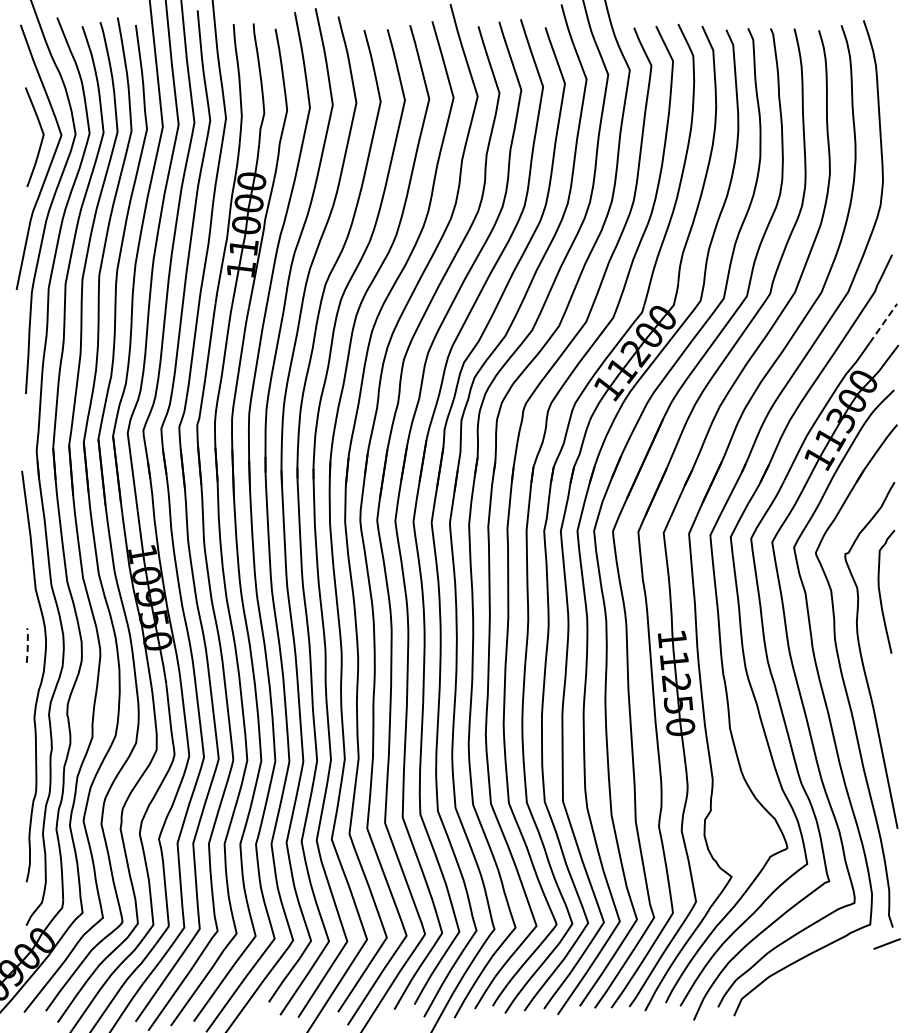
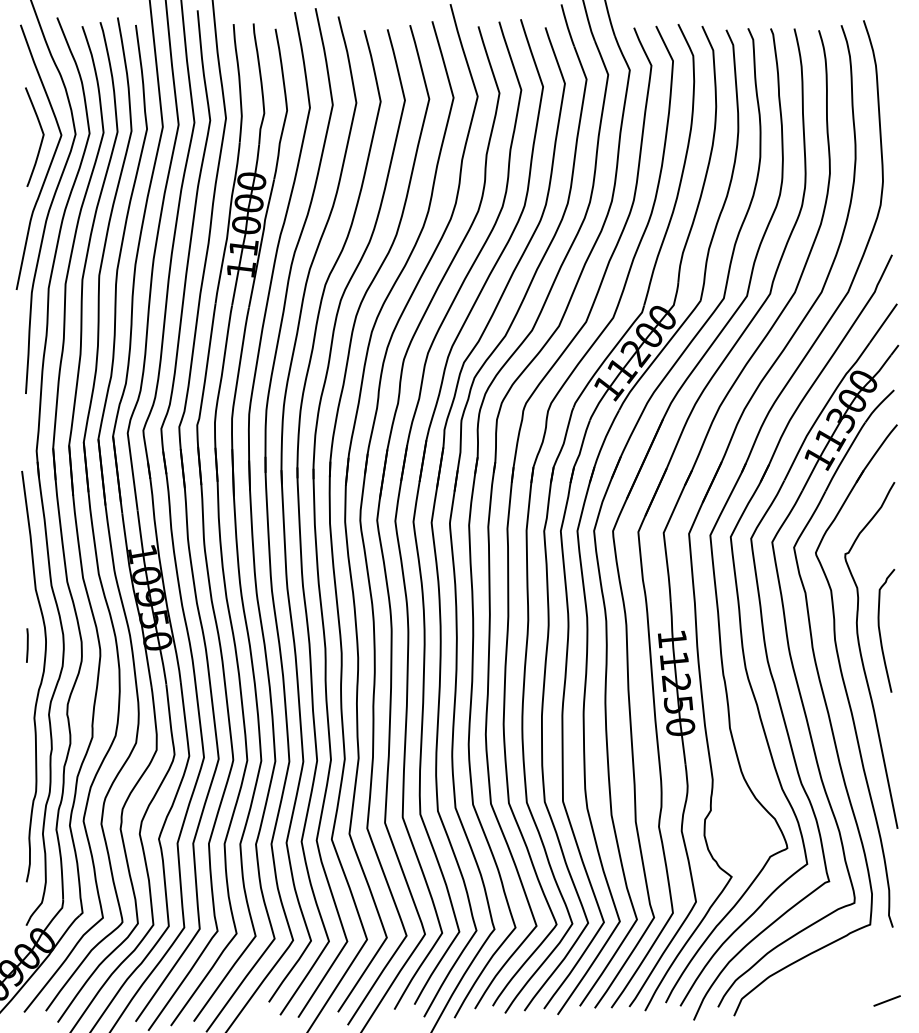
line at (883, 323): dashed -> solid
curve at (880, 591) position: (880, 591) -> (880, 630)
line at (27, 645): dashed -> solid
line at (886, 943) position: (886, 943) -> (886, 1000)
